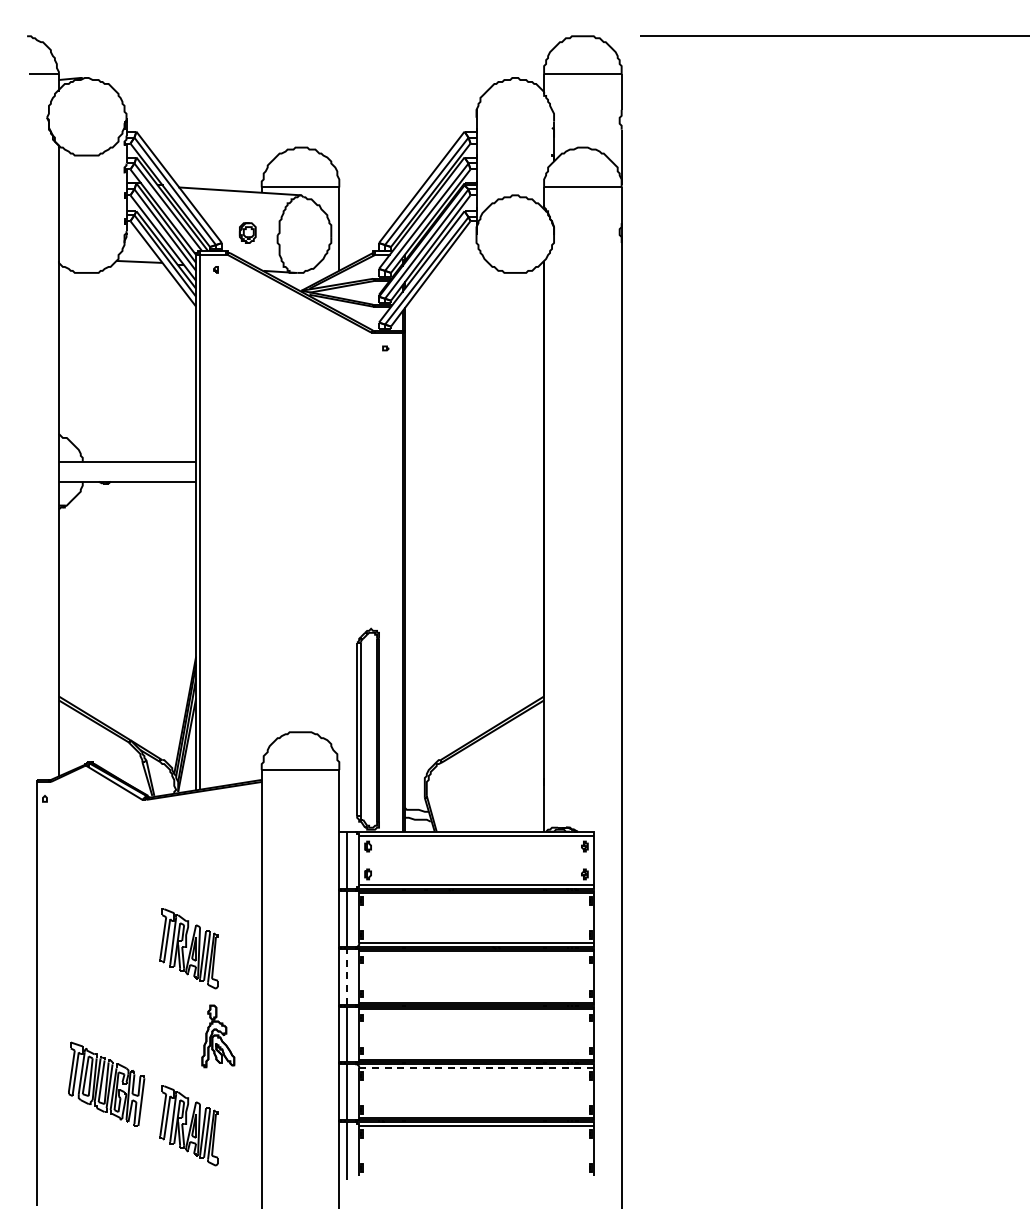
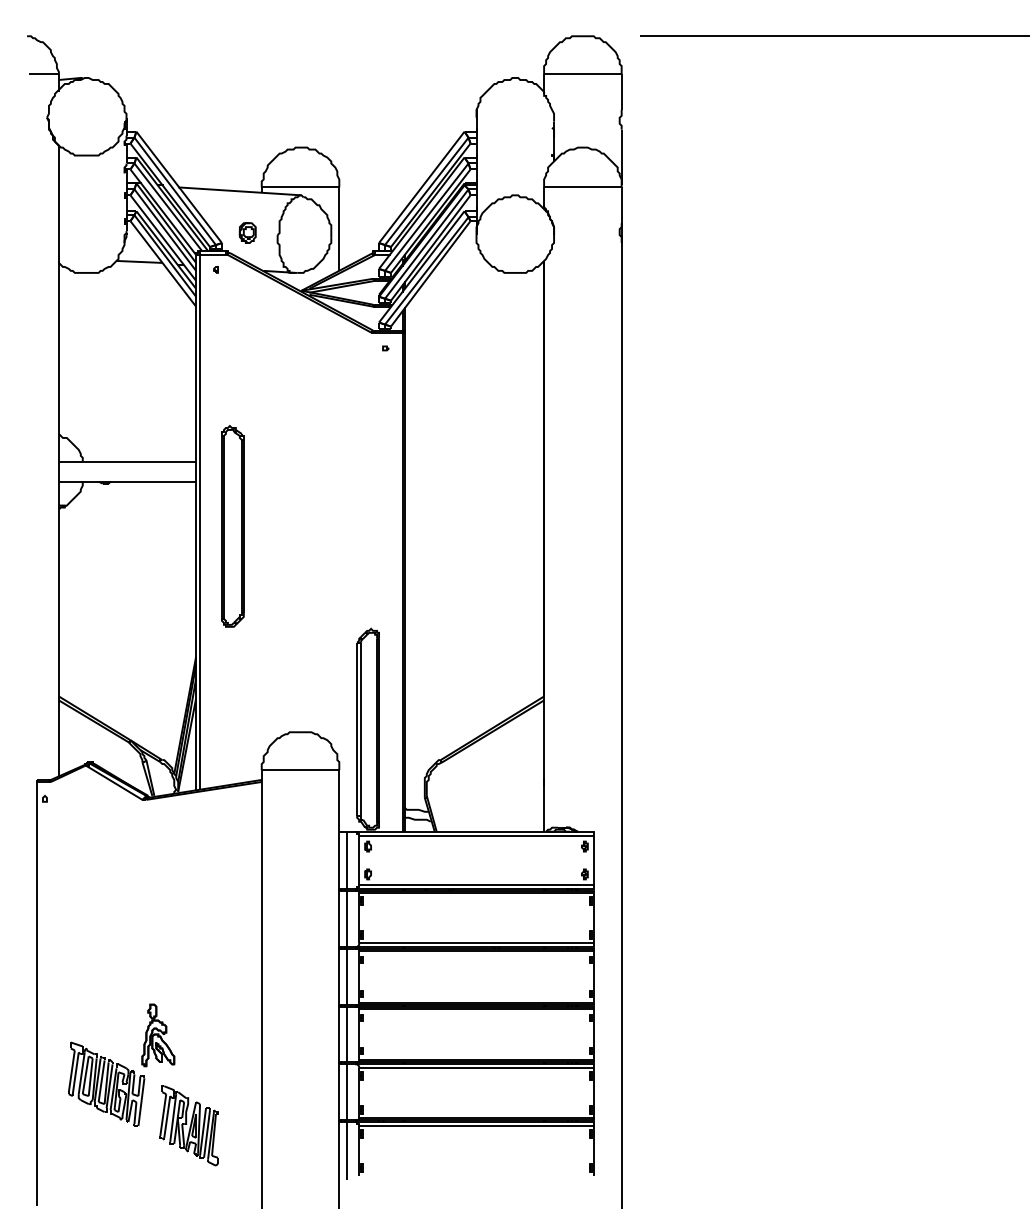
part at (232, 526): none -> present
part at (188, 948): present -> none
line at (347, 976): dashed -> solid
part at (218, 1036) position: (218, 1036) -> (158, 1035)
line at (475, 1068): dashed -> solid
